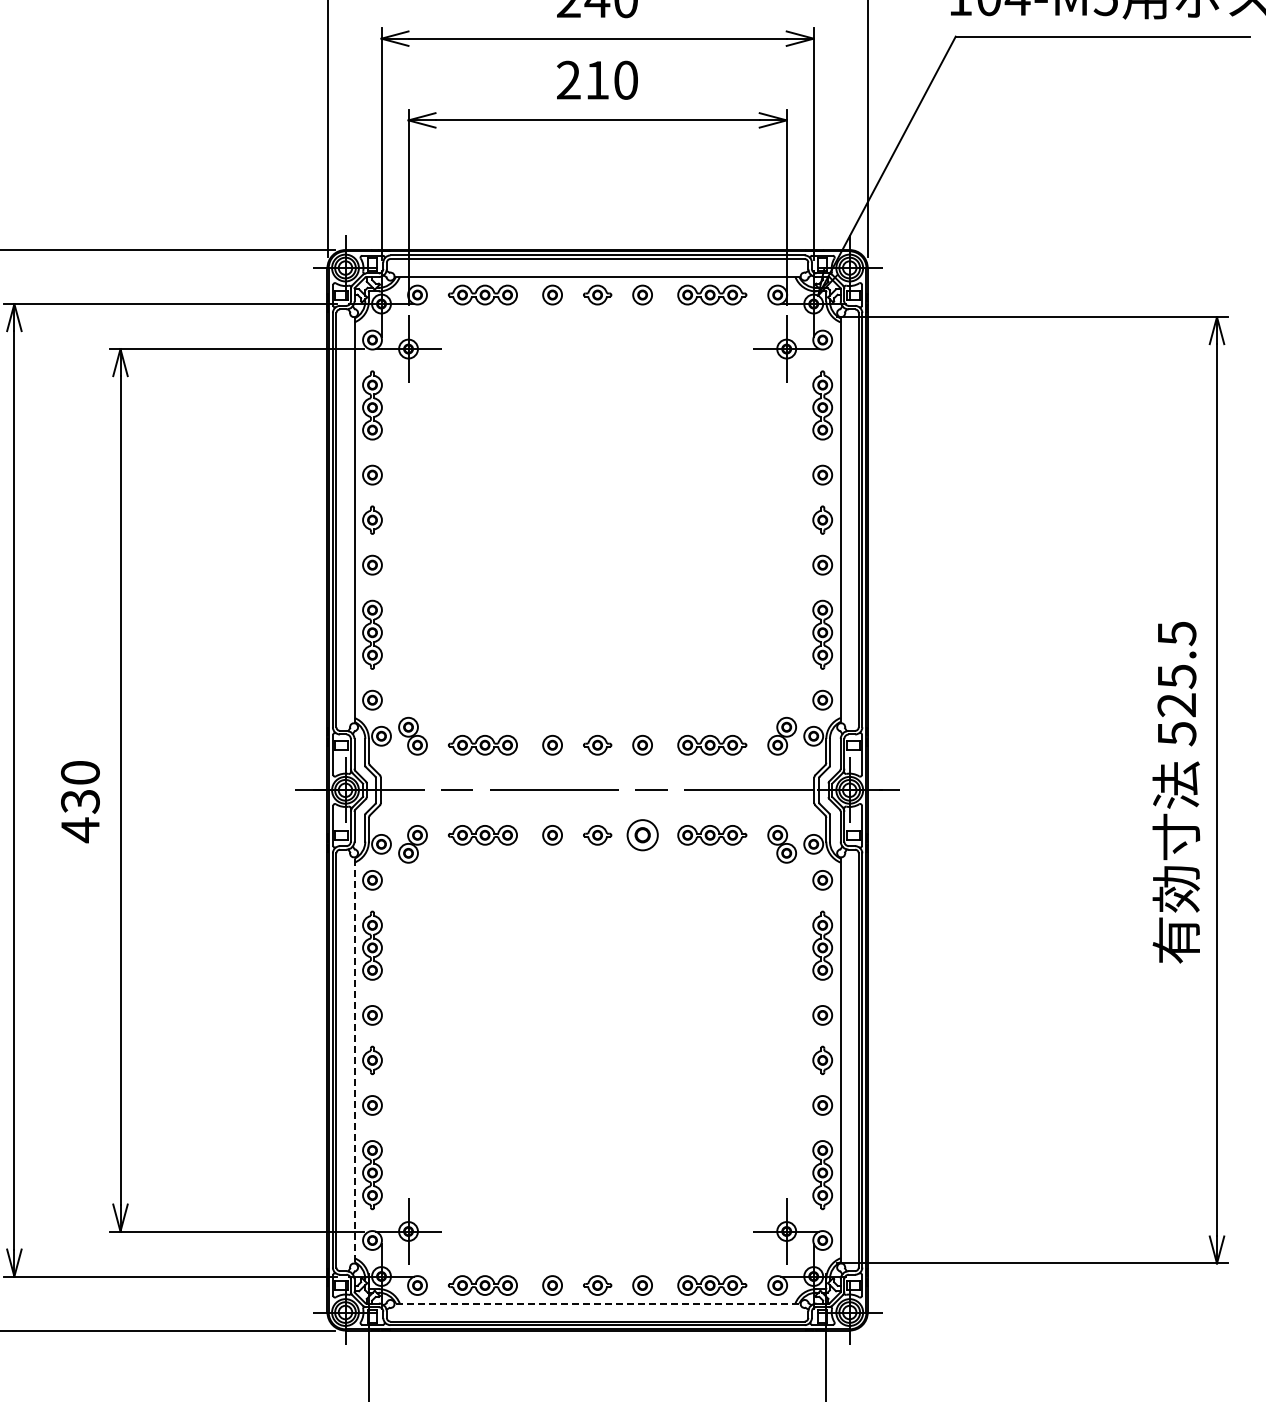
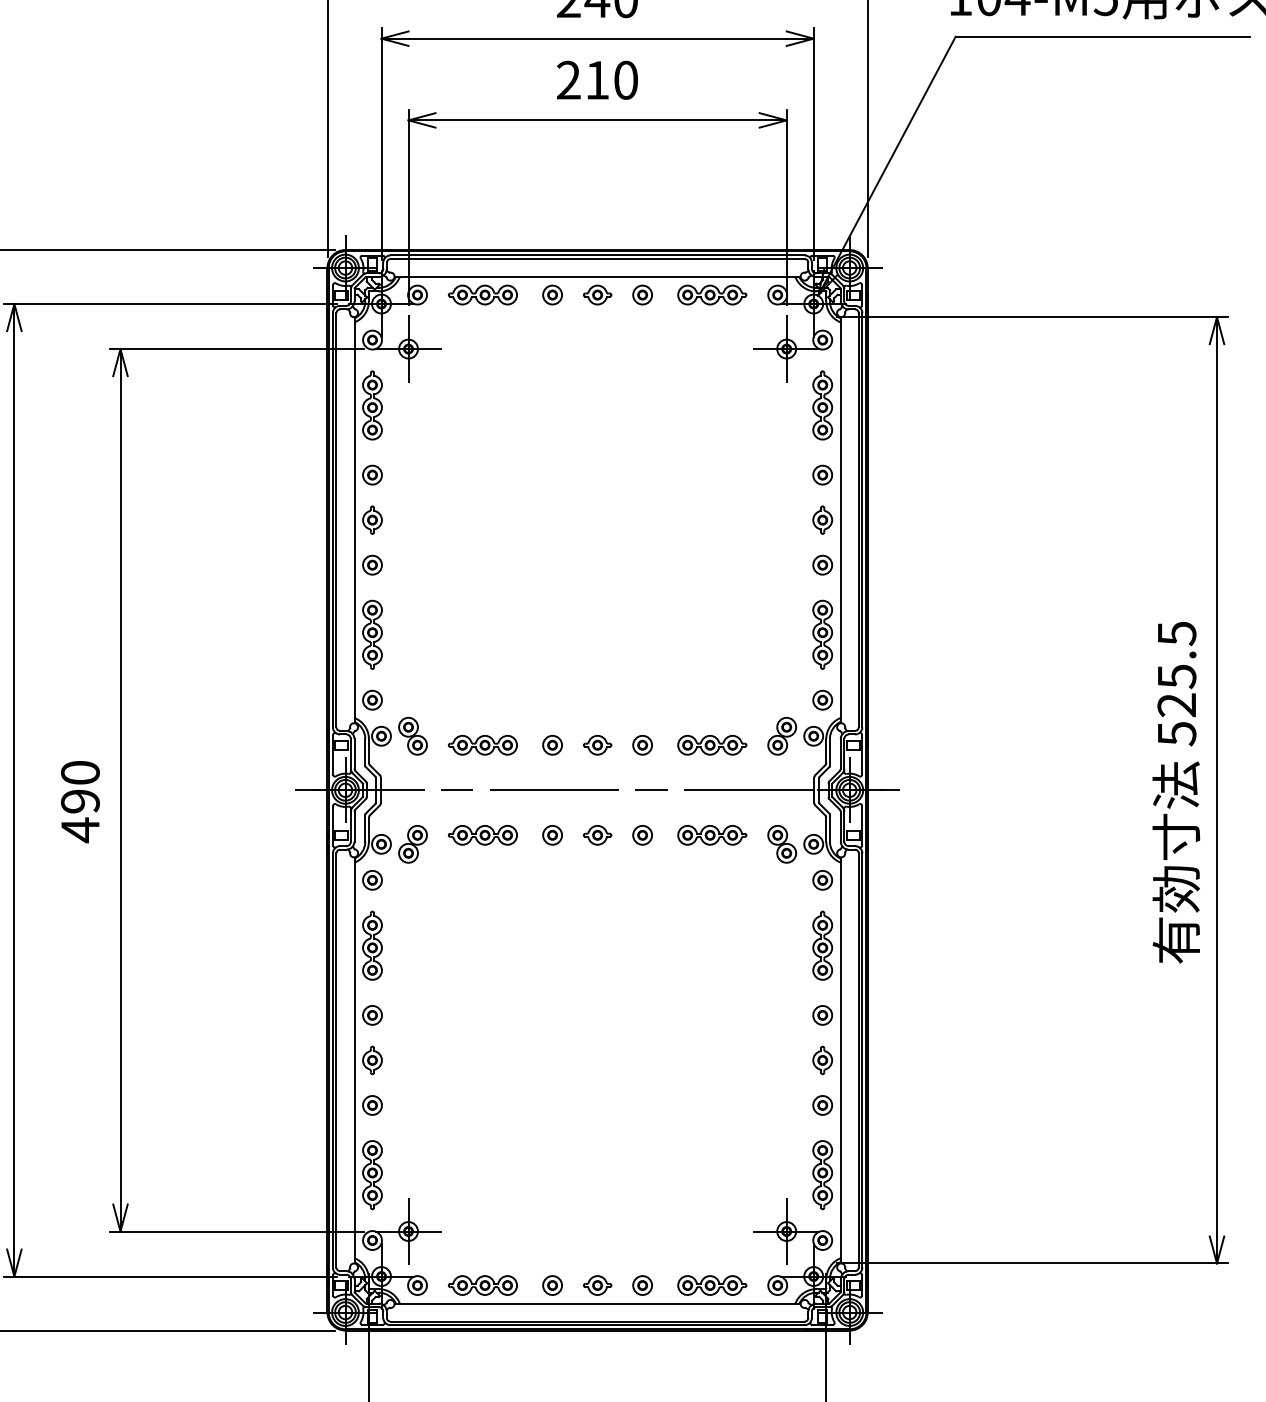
text at (80, 801): 430 -> 490
part at (642, 835) size: 33x33 px -> 21x21 px
line at (354, 1060): dashed -> solid
line at (597, 1303): dashed -> solid
